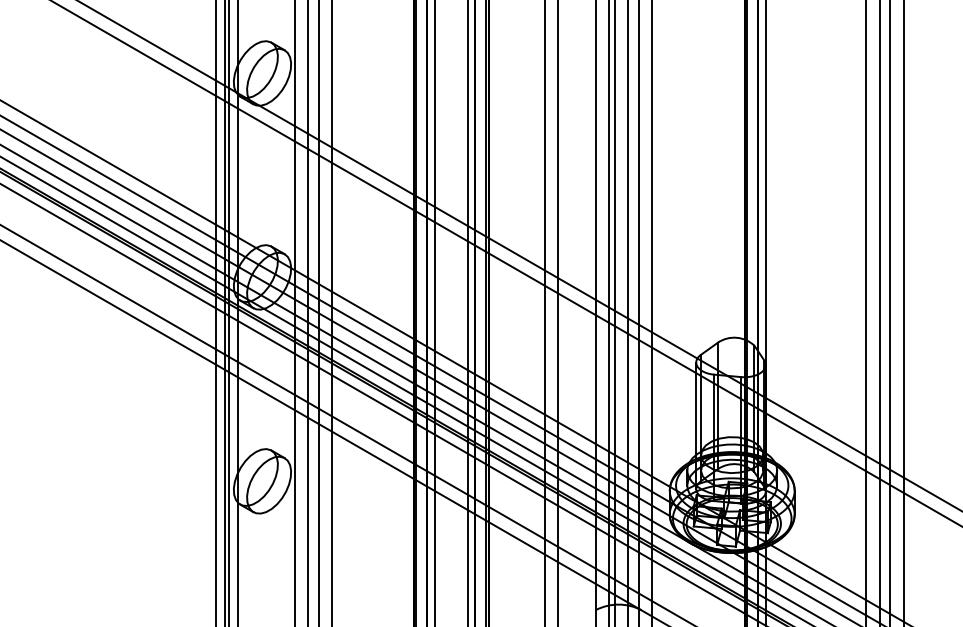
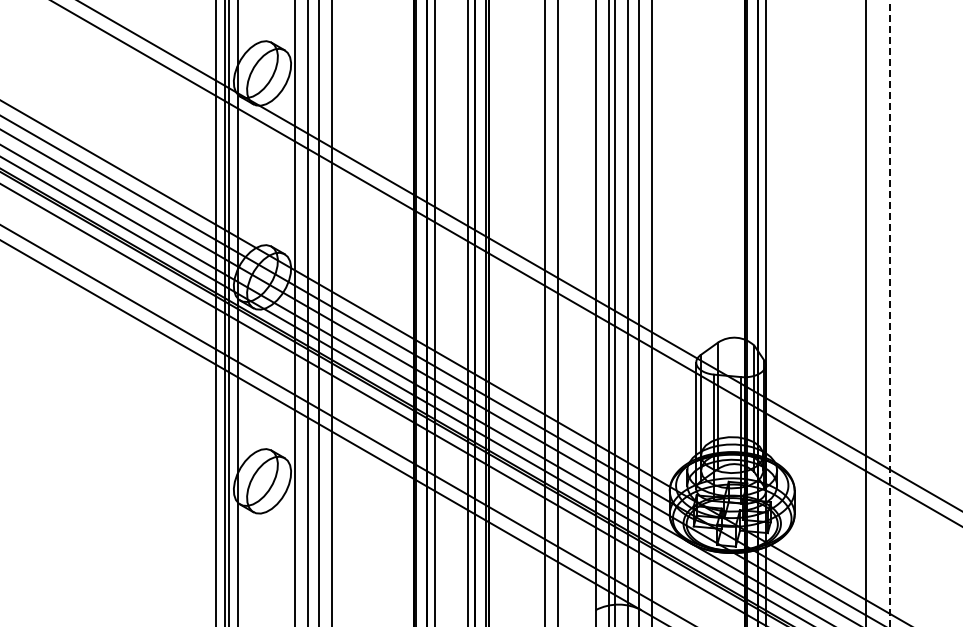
line at (879, 312): present -> none
line at (903, 312): present -> none
line at (890, 313): solid -> dashed
